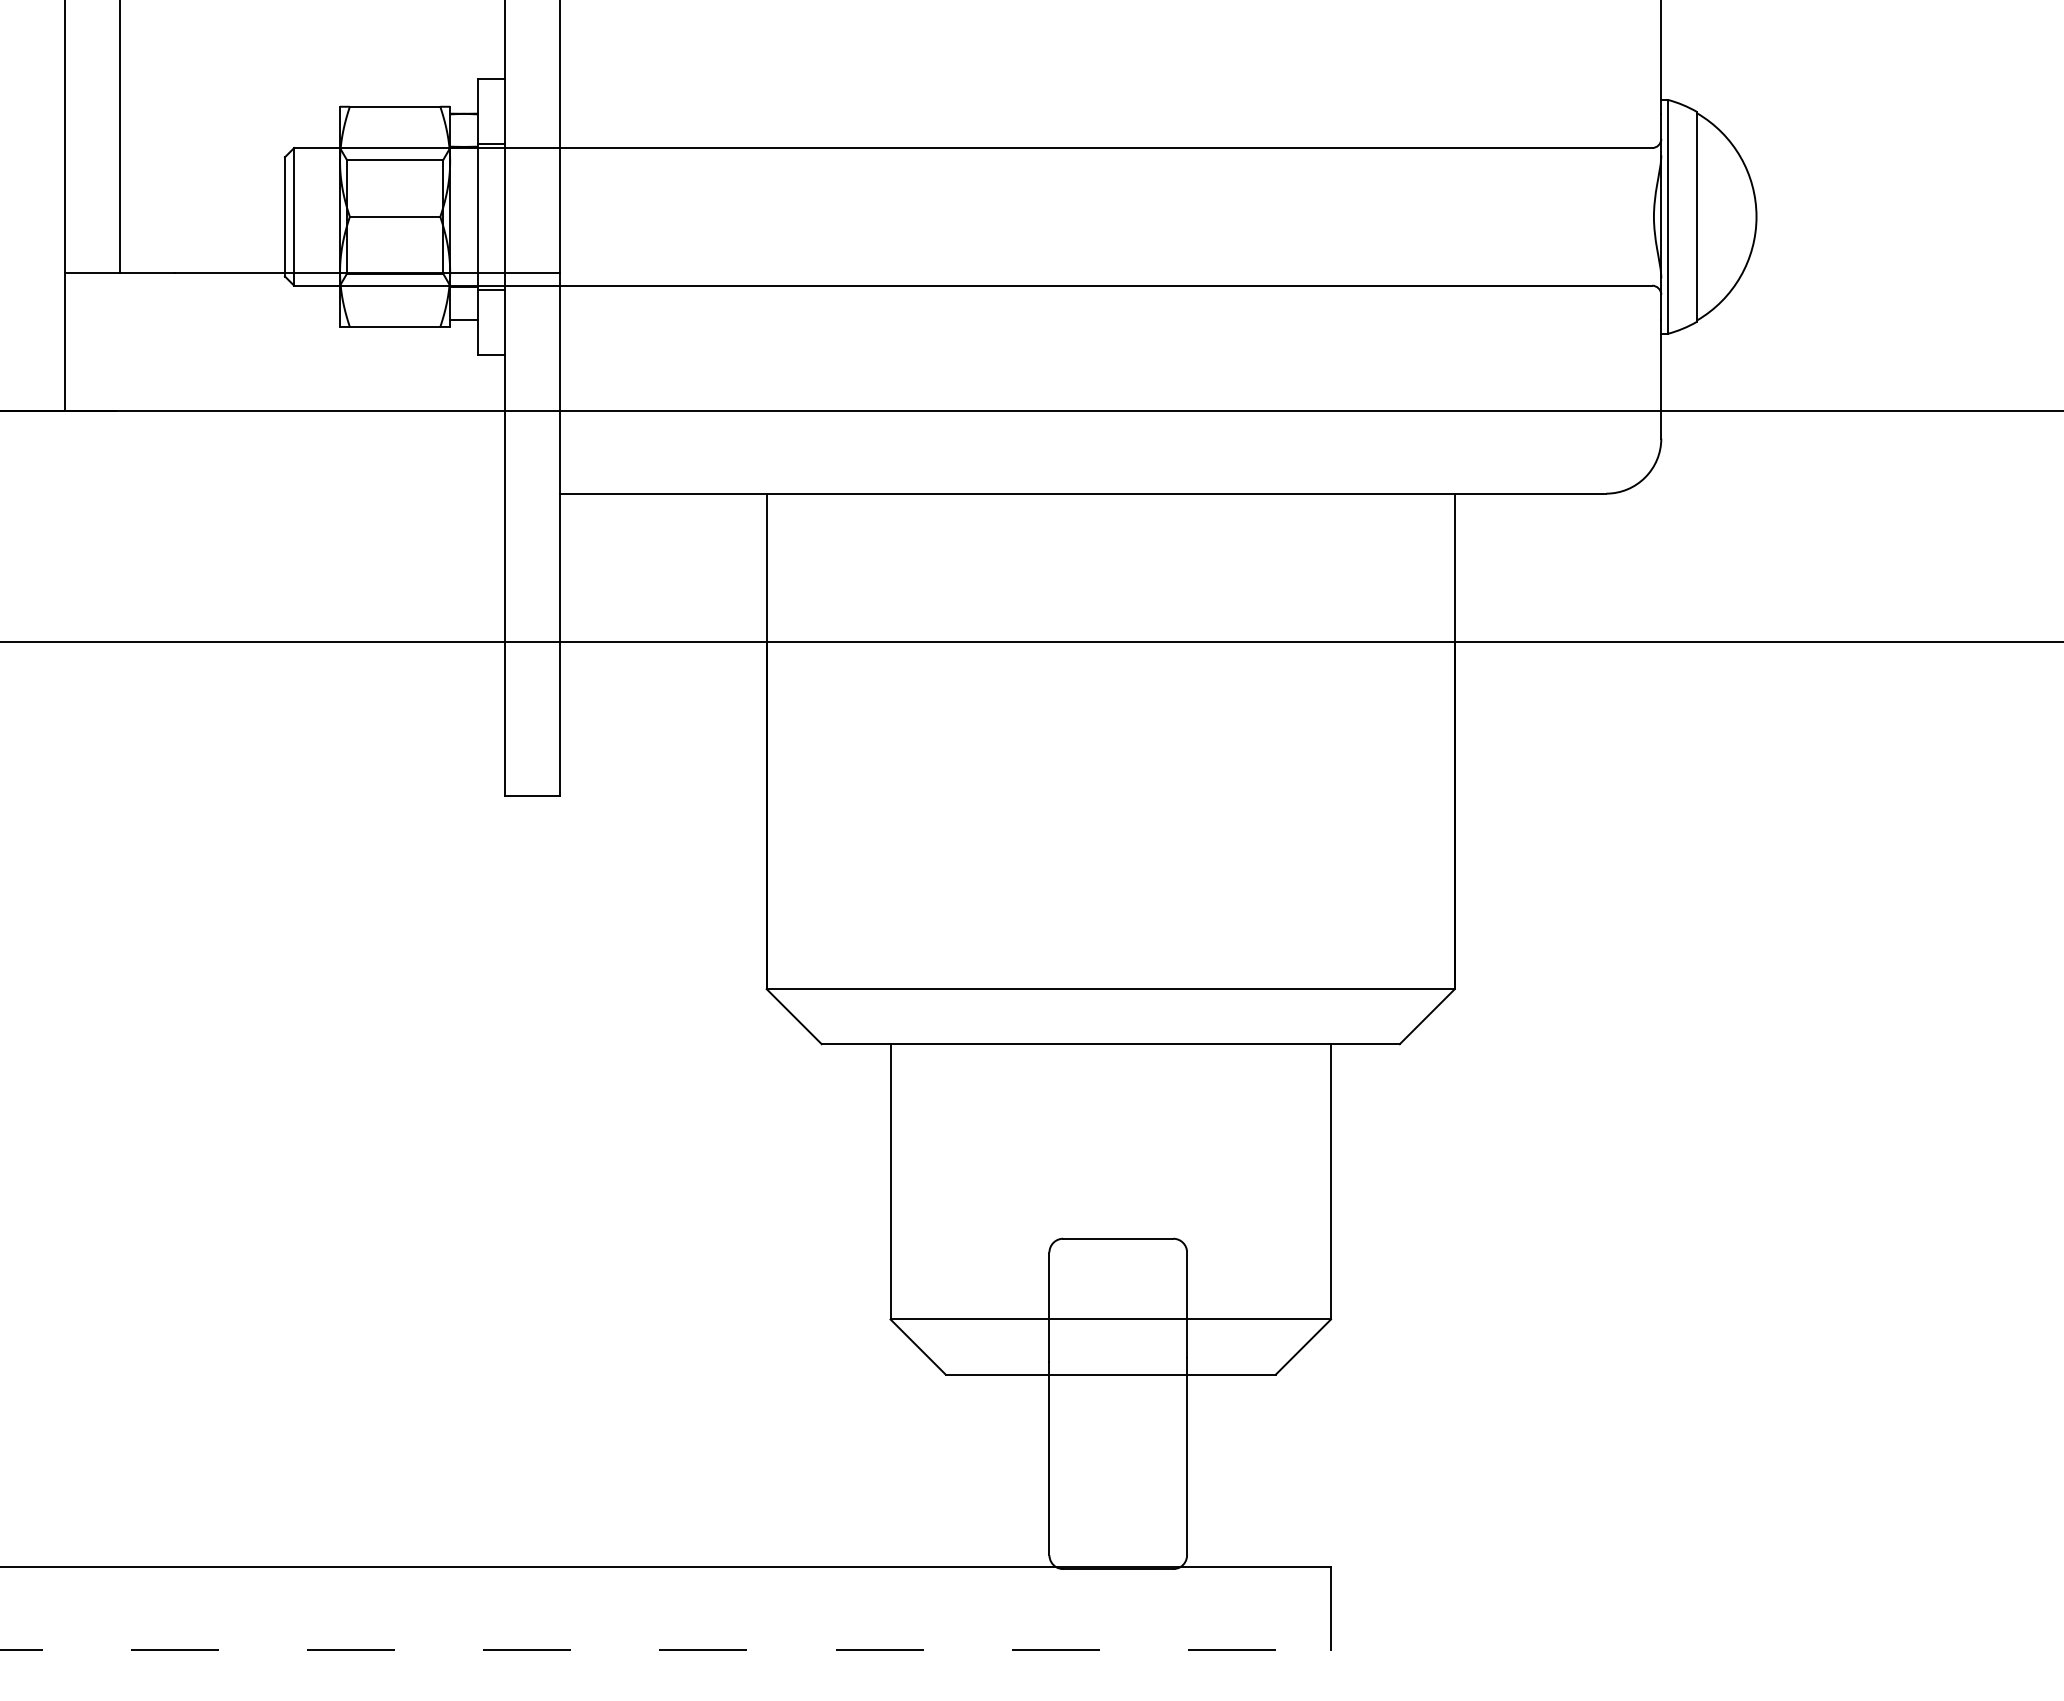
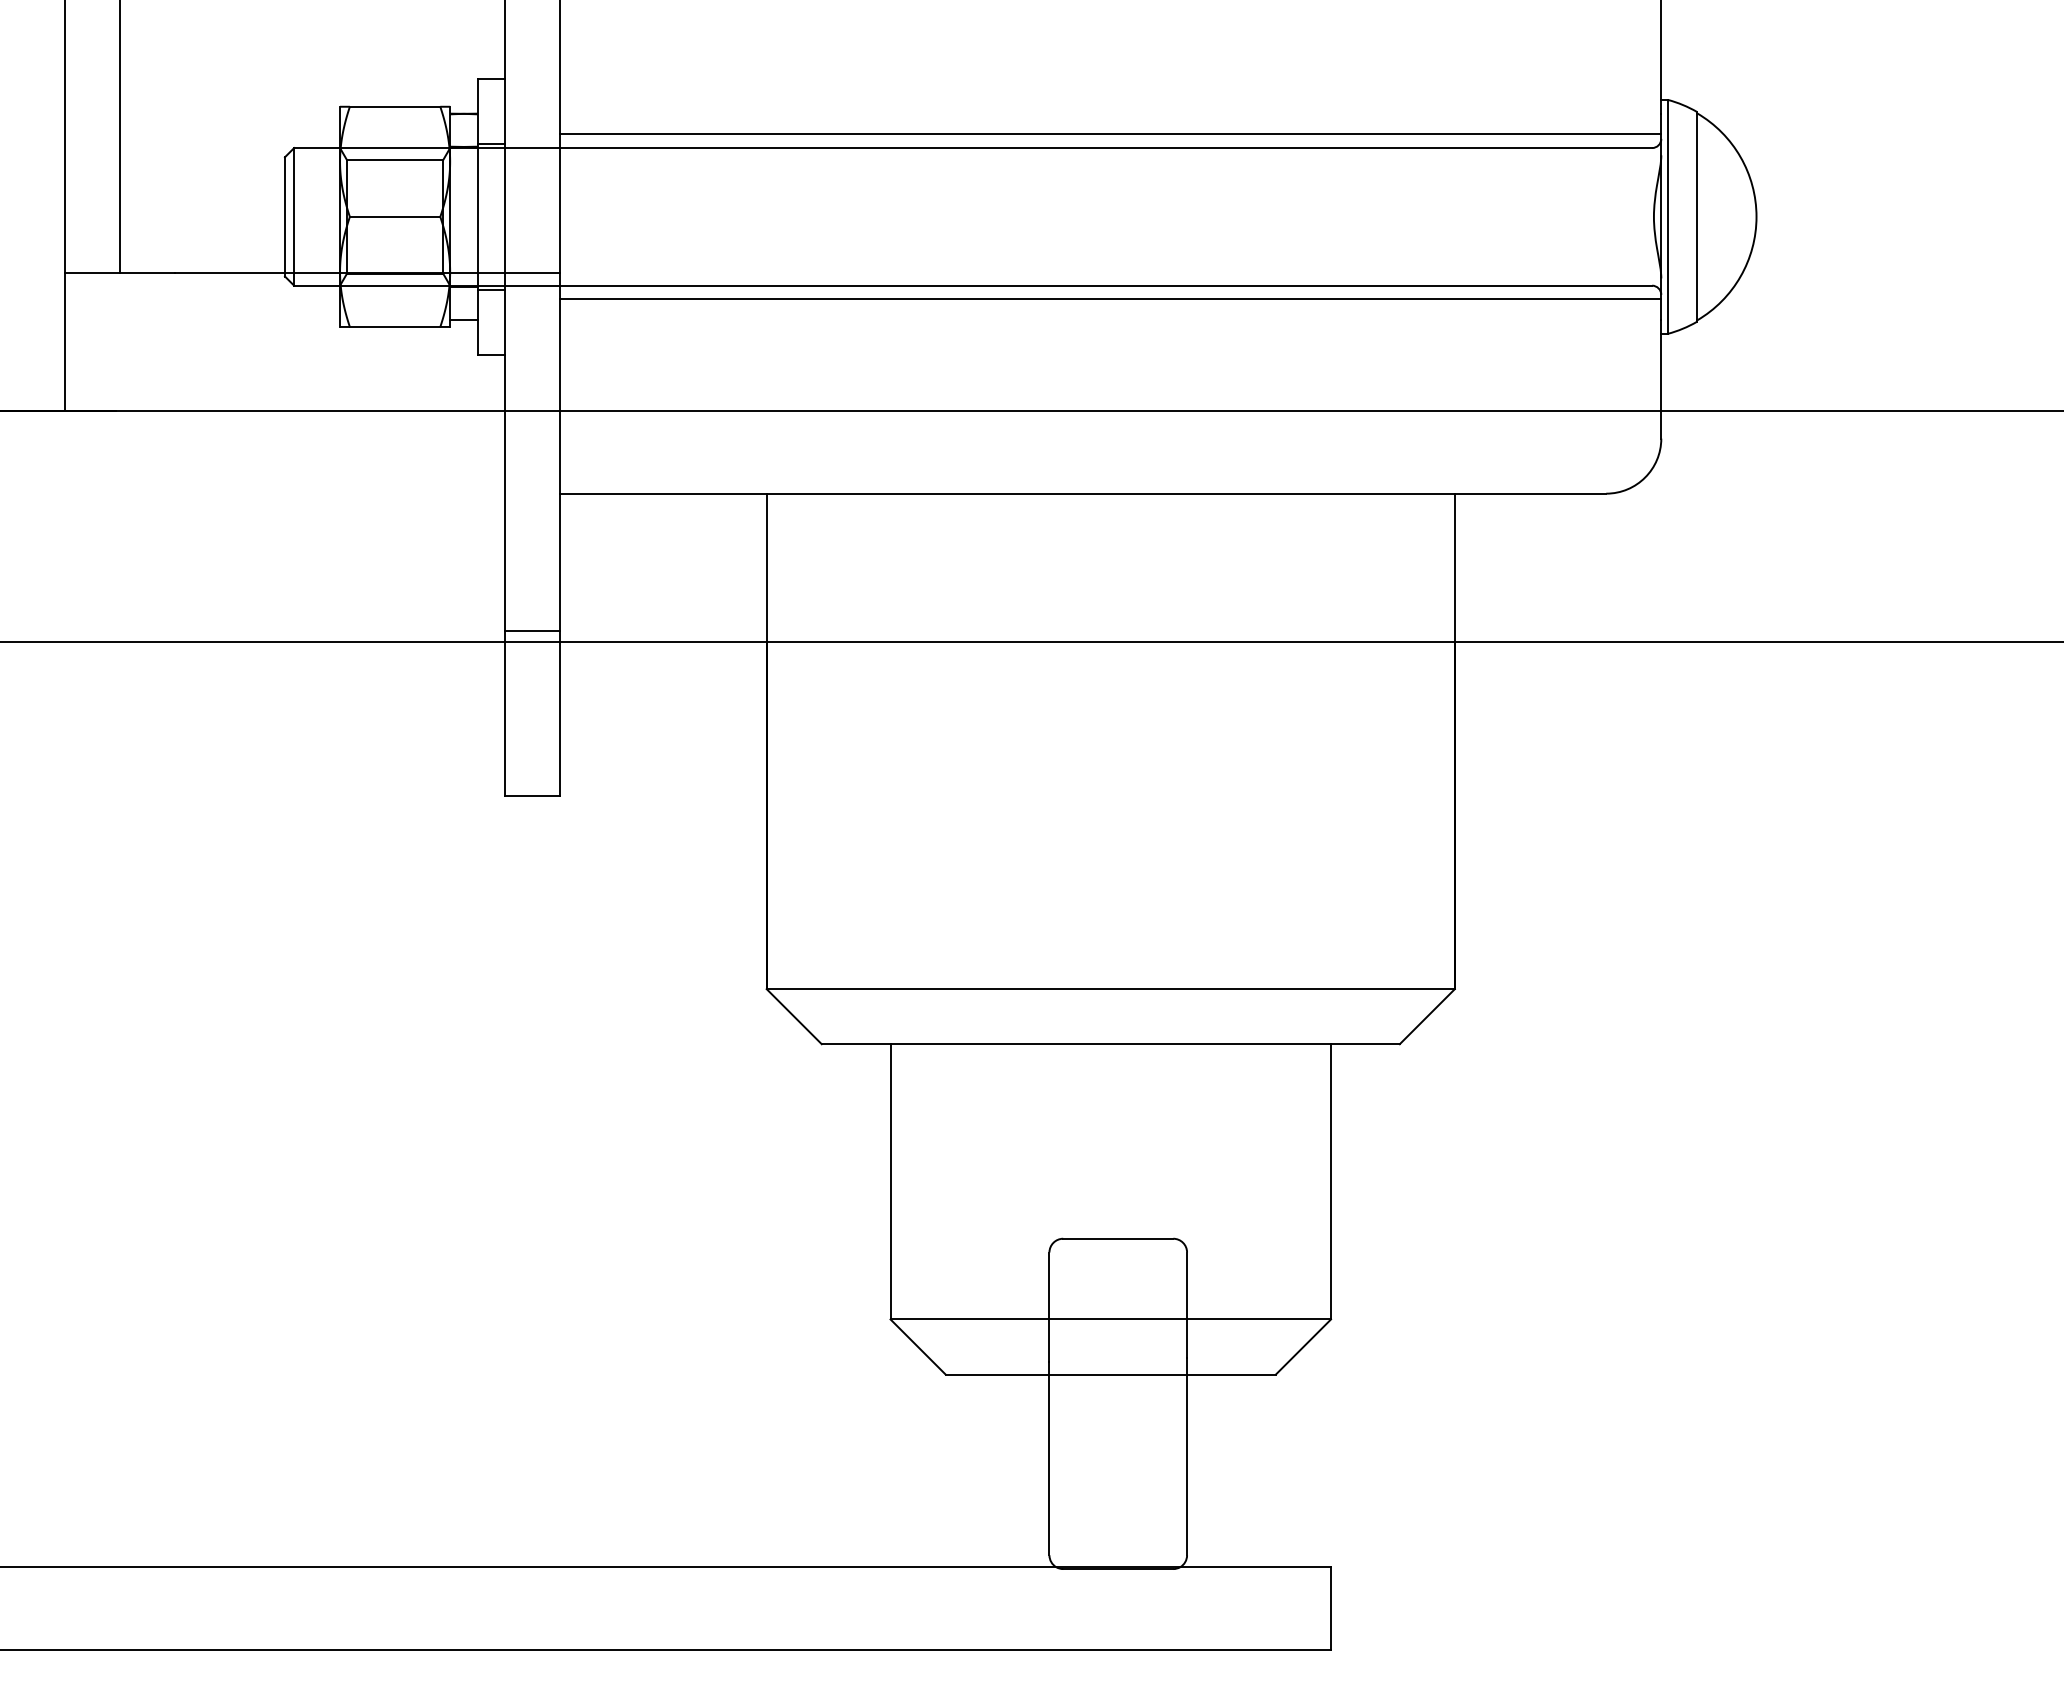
line at (1110, 134): none -> present
line at (1110, 299): none -> present
line at (532, 631): none -> present
line at (666, 1649): dashed -> solid
